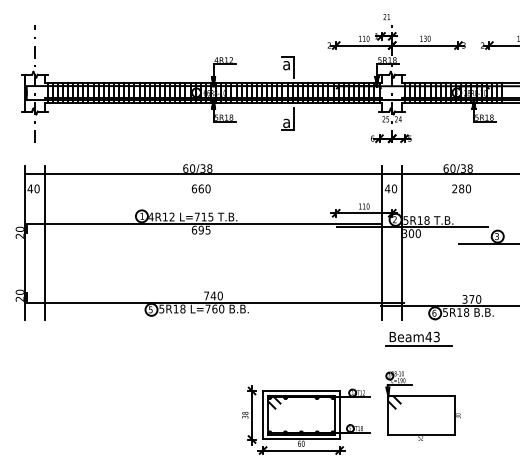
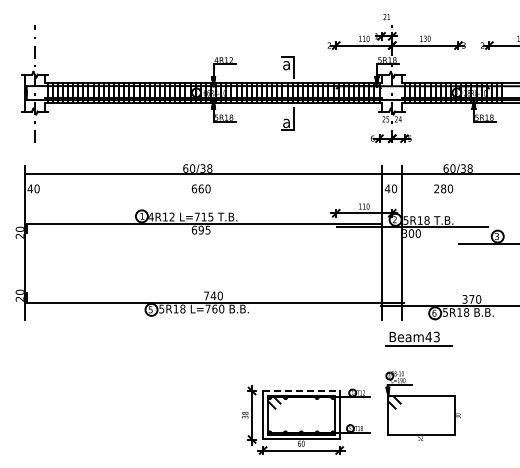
text at (461, 188) position: (461, 188) -> (443, 188)
line at (45, 242): present -> none
line at (301, 390): solid -> dashed
